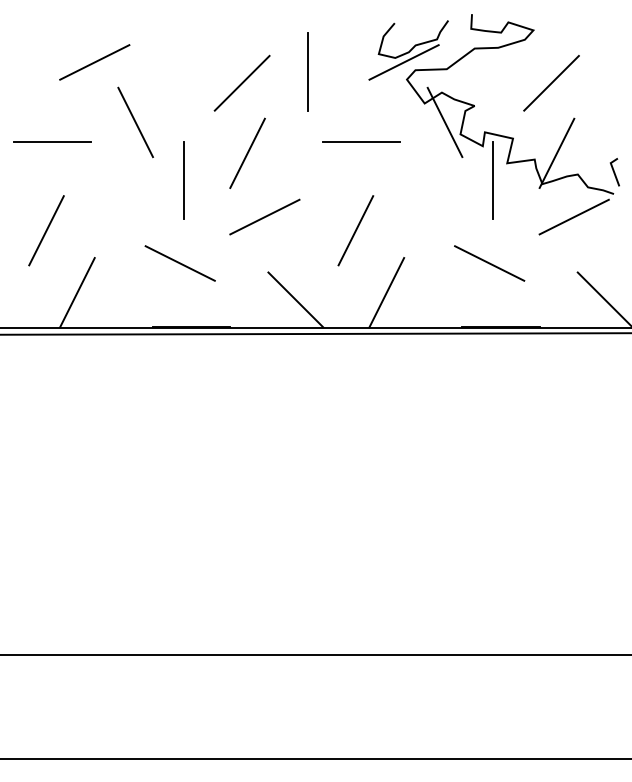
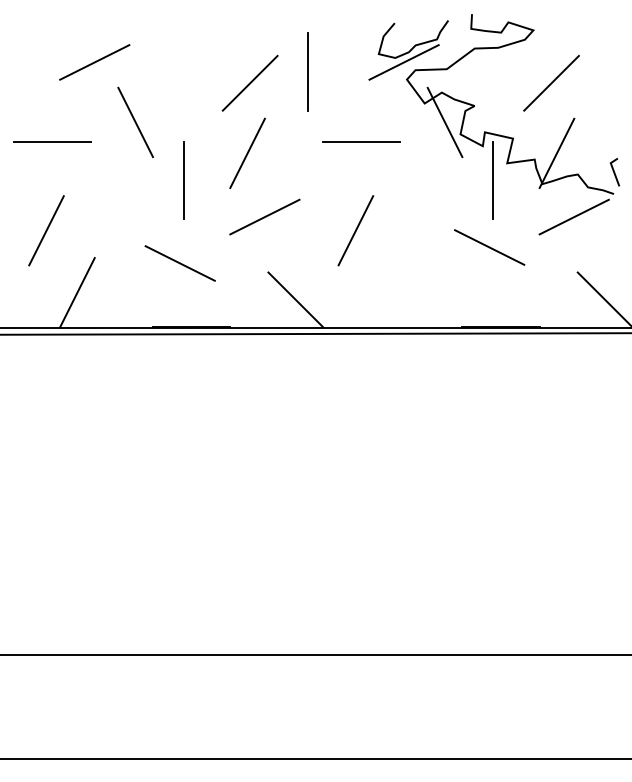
line at (241, 82) position: (241, 82) -> (249, 82)
line at (489, 263) position: (489, 263) -> (489, 247)
line at (386, 292): present -> none
